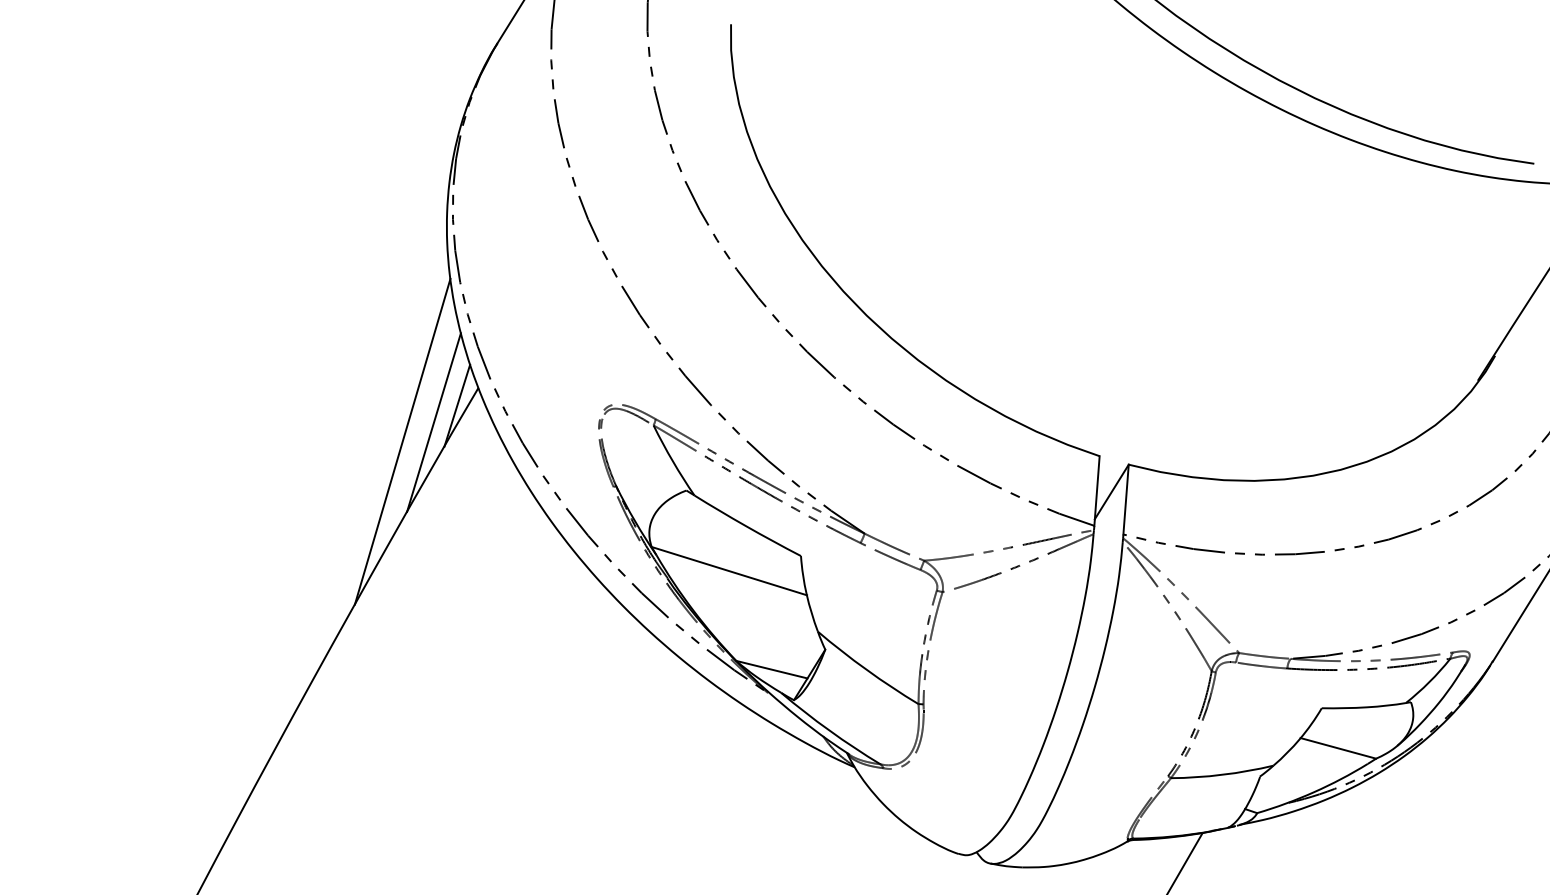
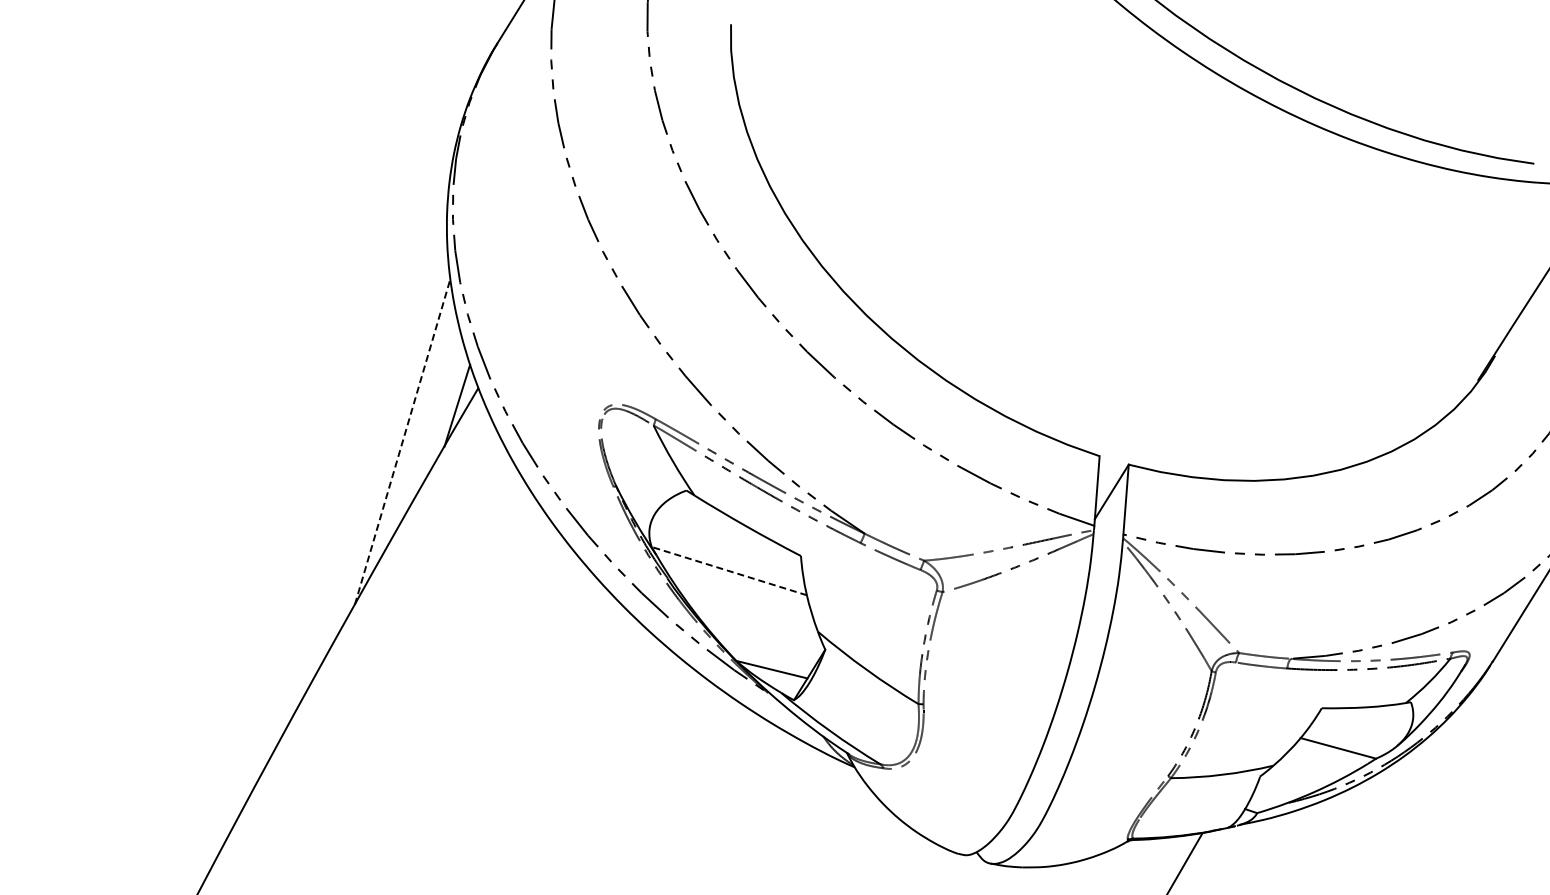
line at (433, 422): present -> none
line at (402, 441): solid -> dashed
line at (728, 571): solid -> dashed
